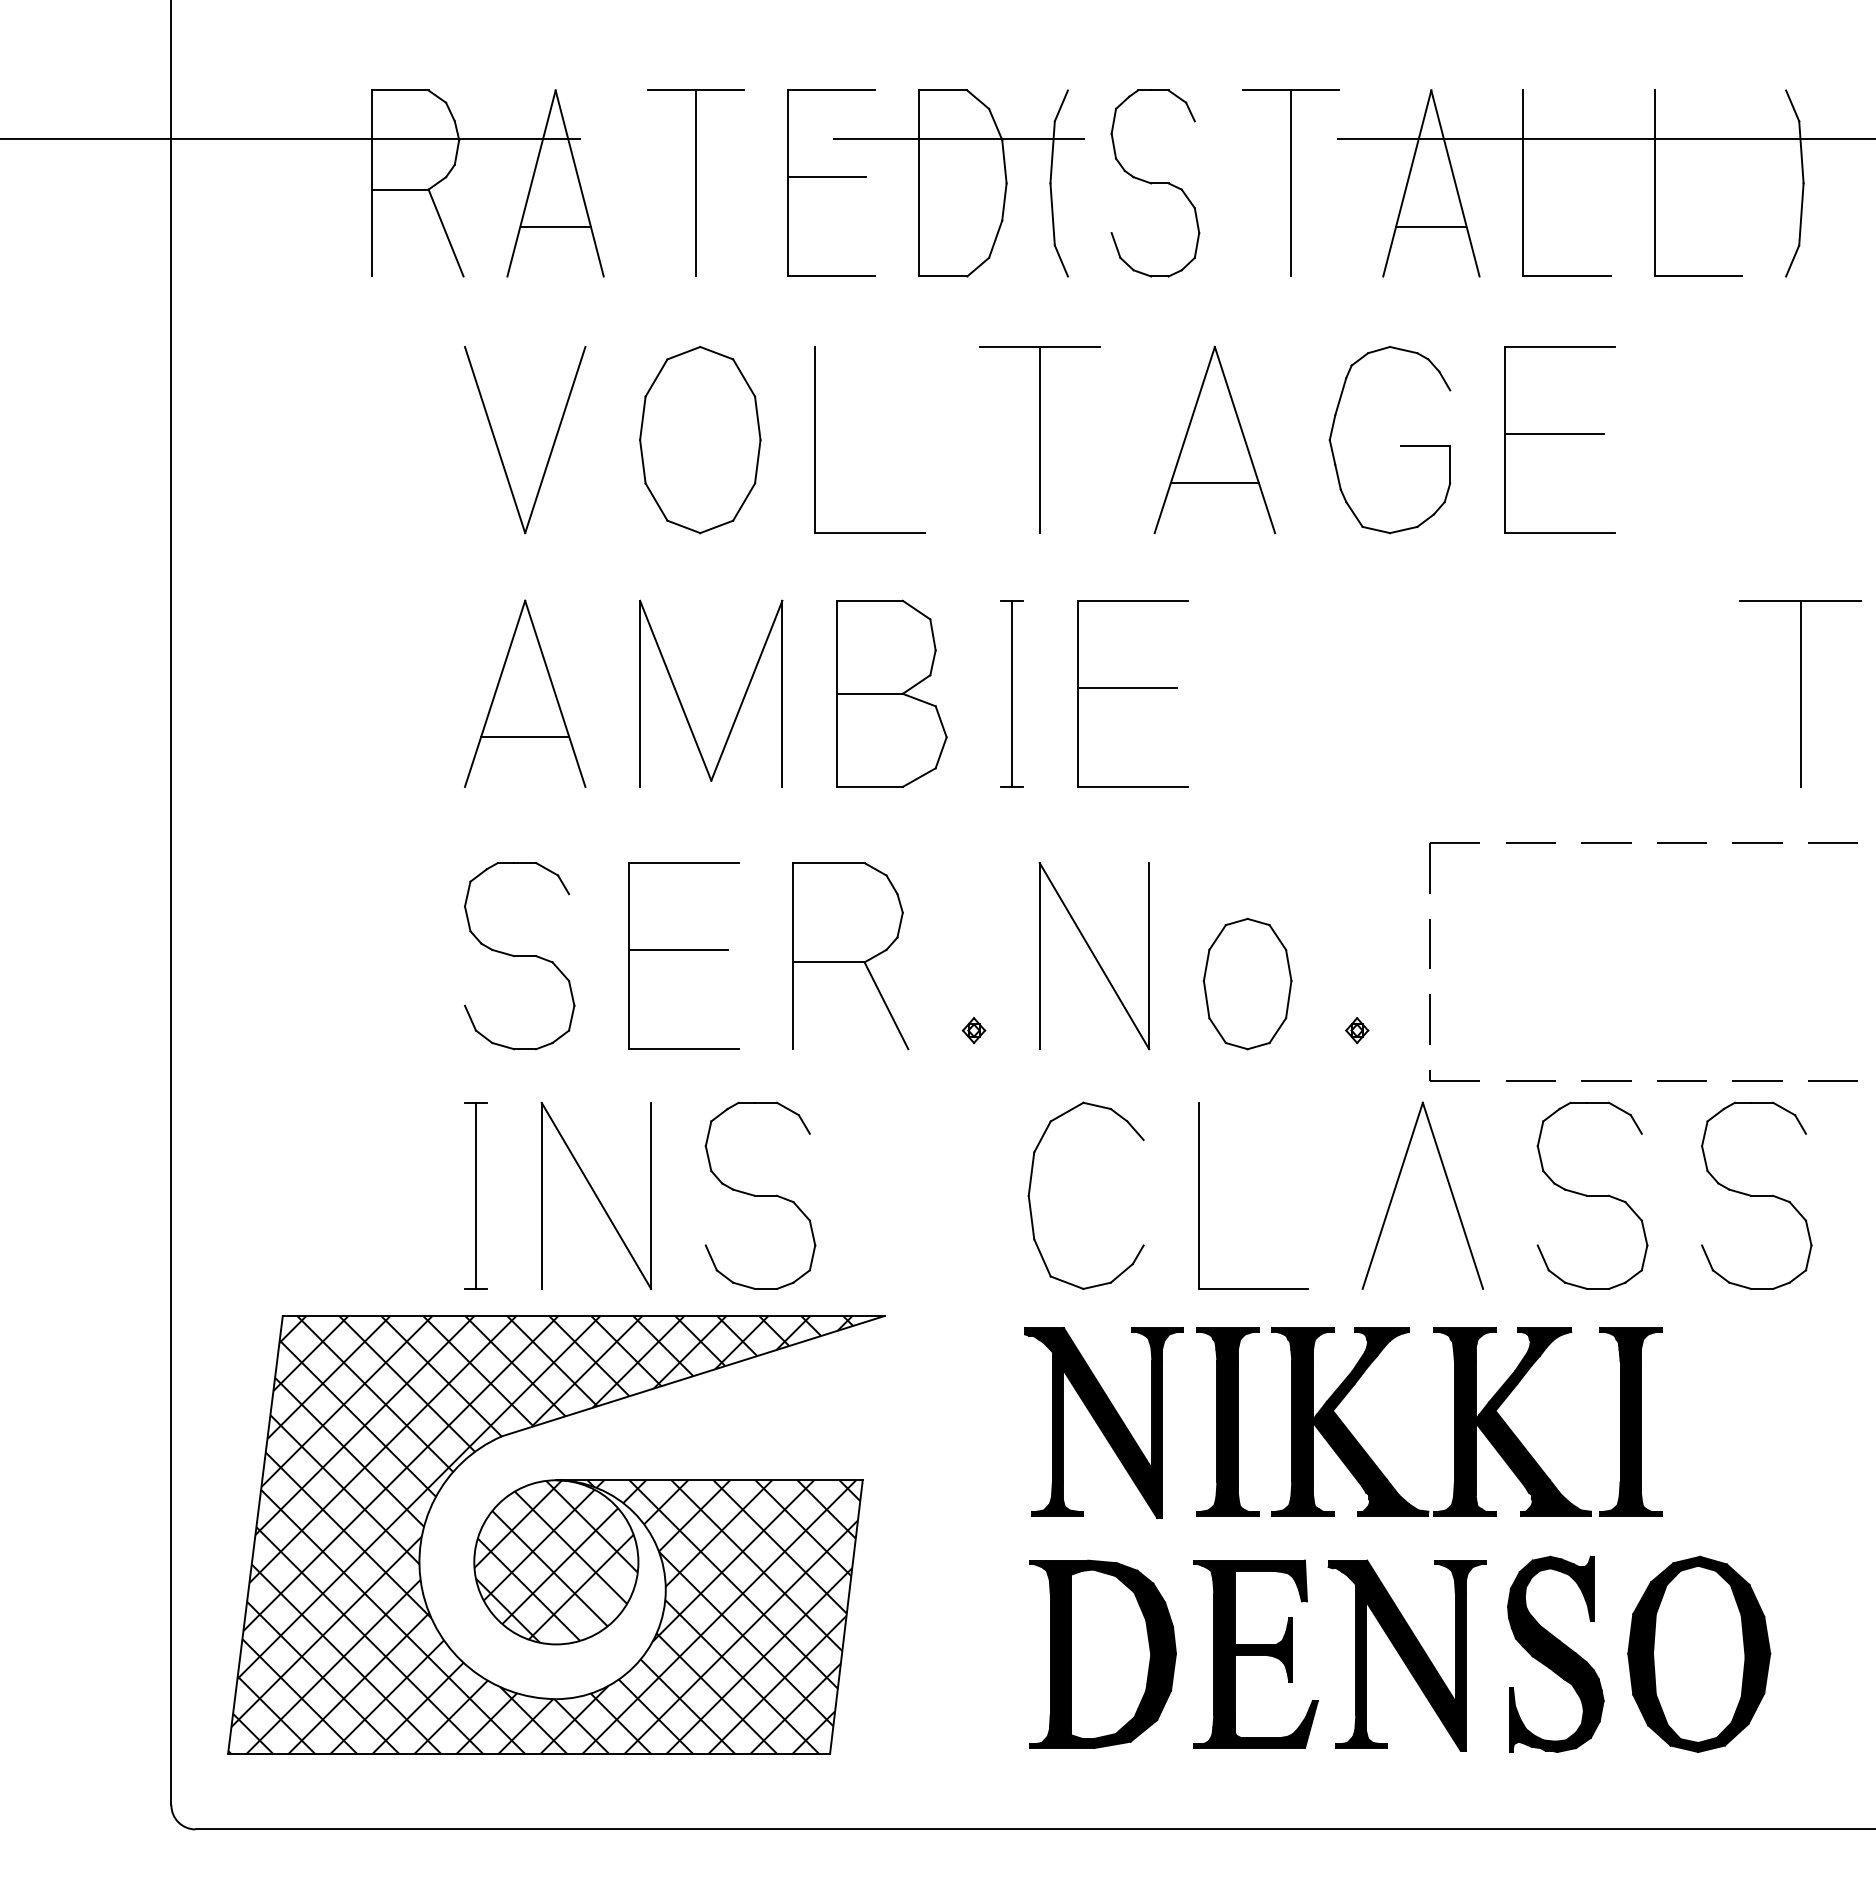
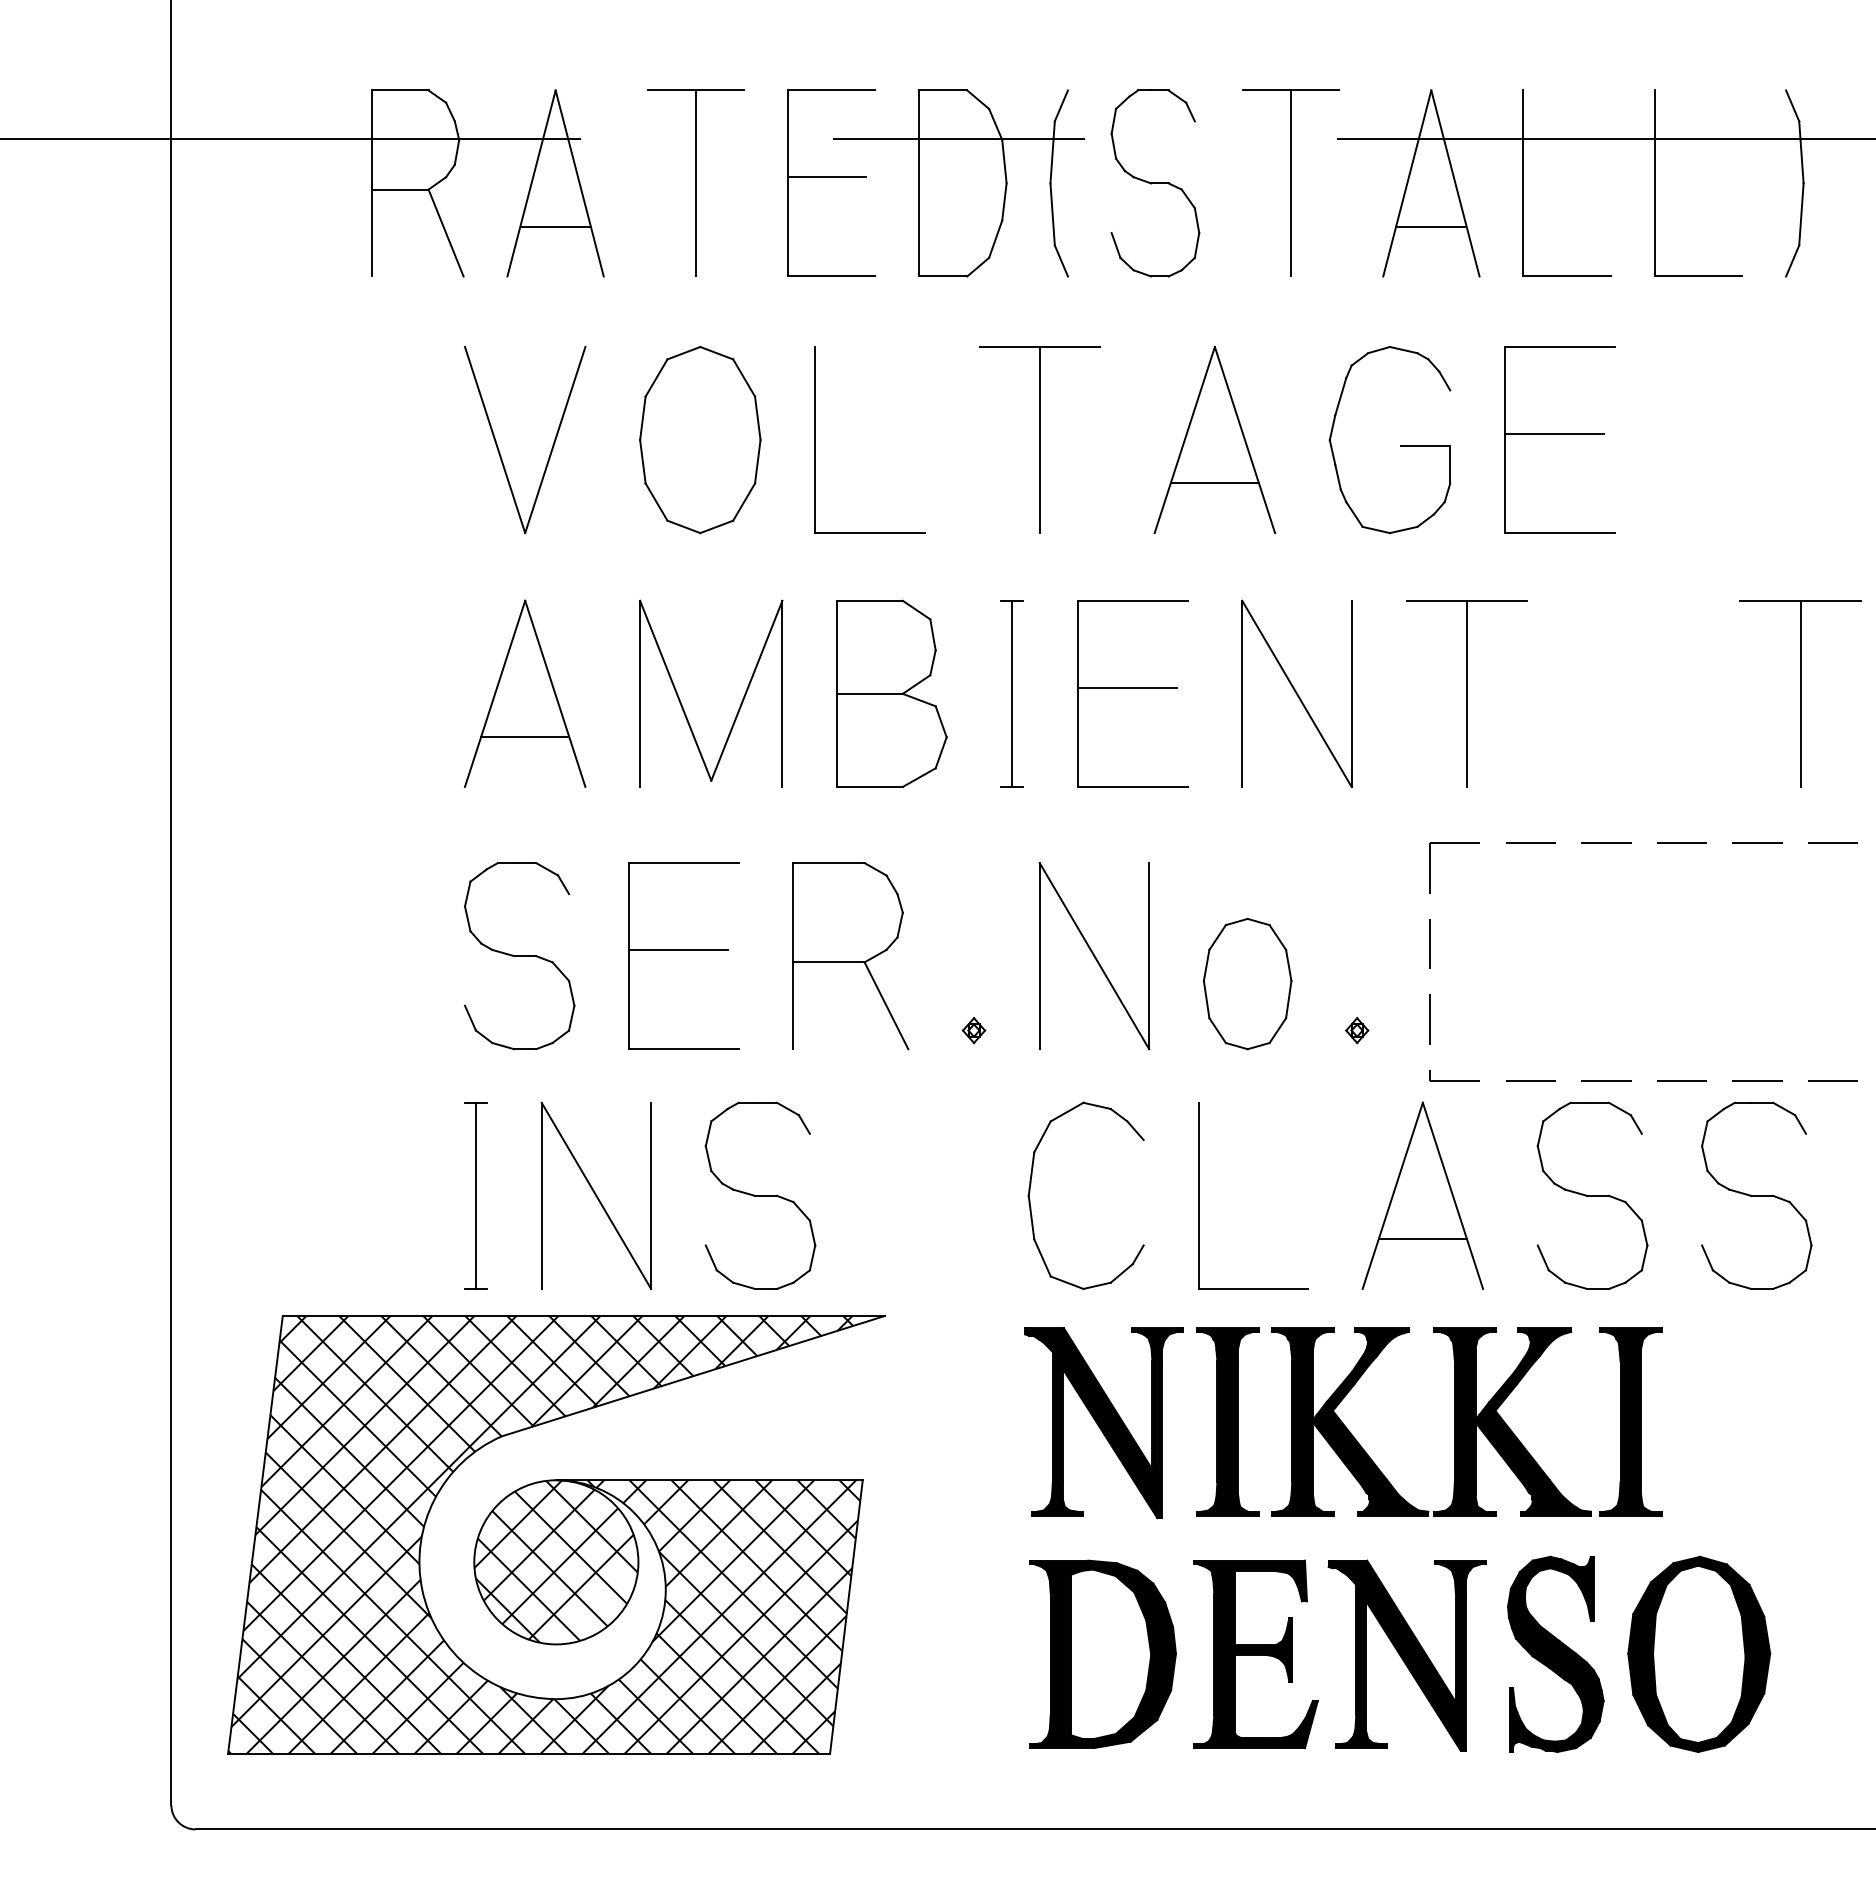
part at (1296, 693): none -> present
part at (1466, 693): none -> present
line at (1422, 1239): none -> present
